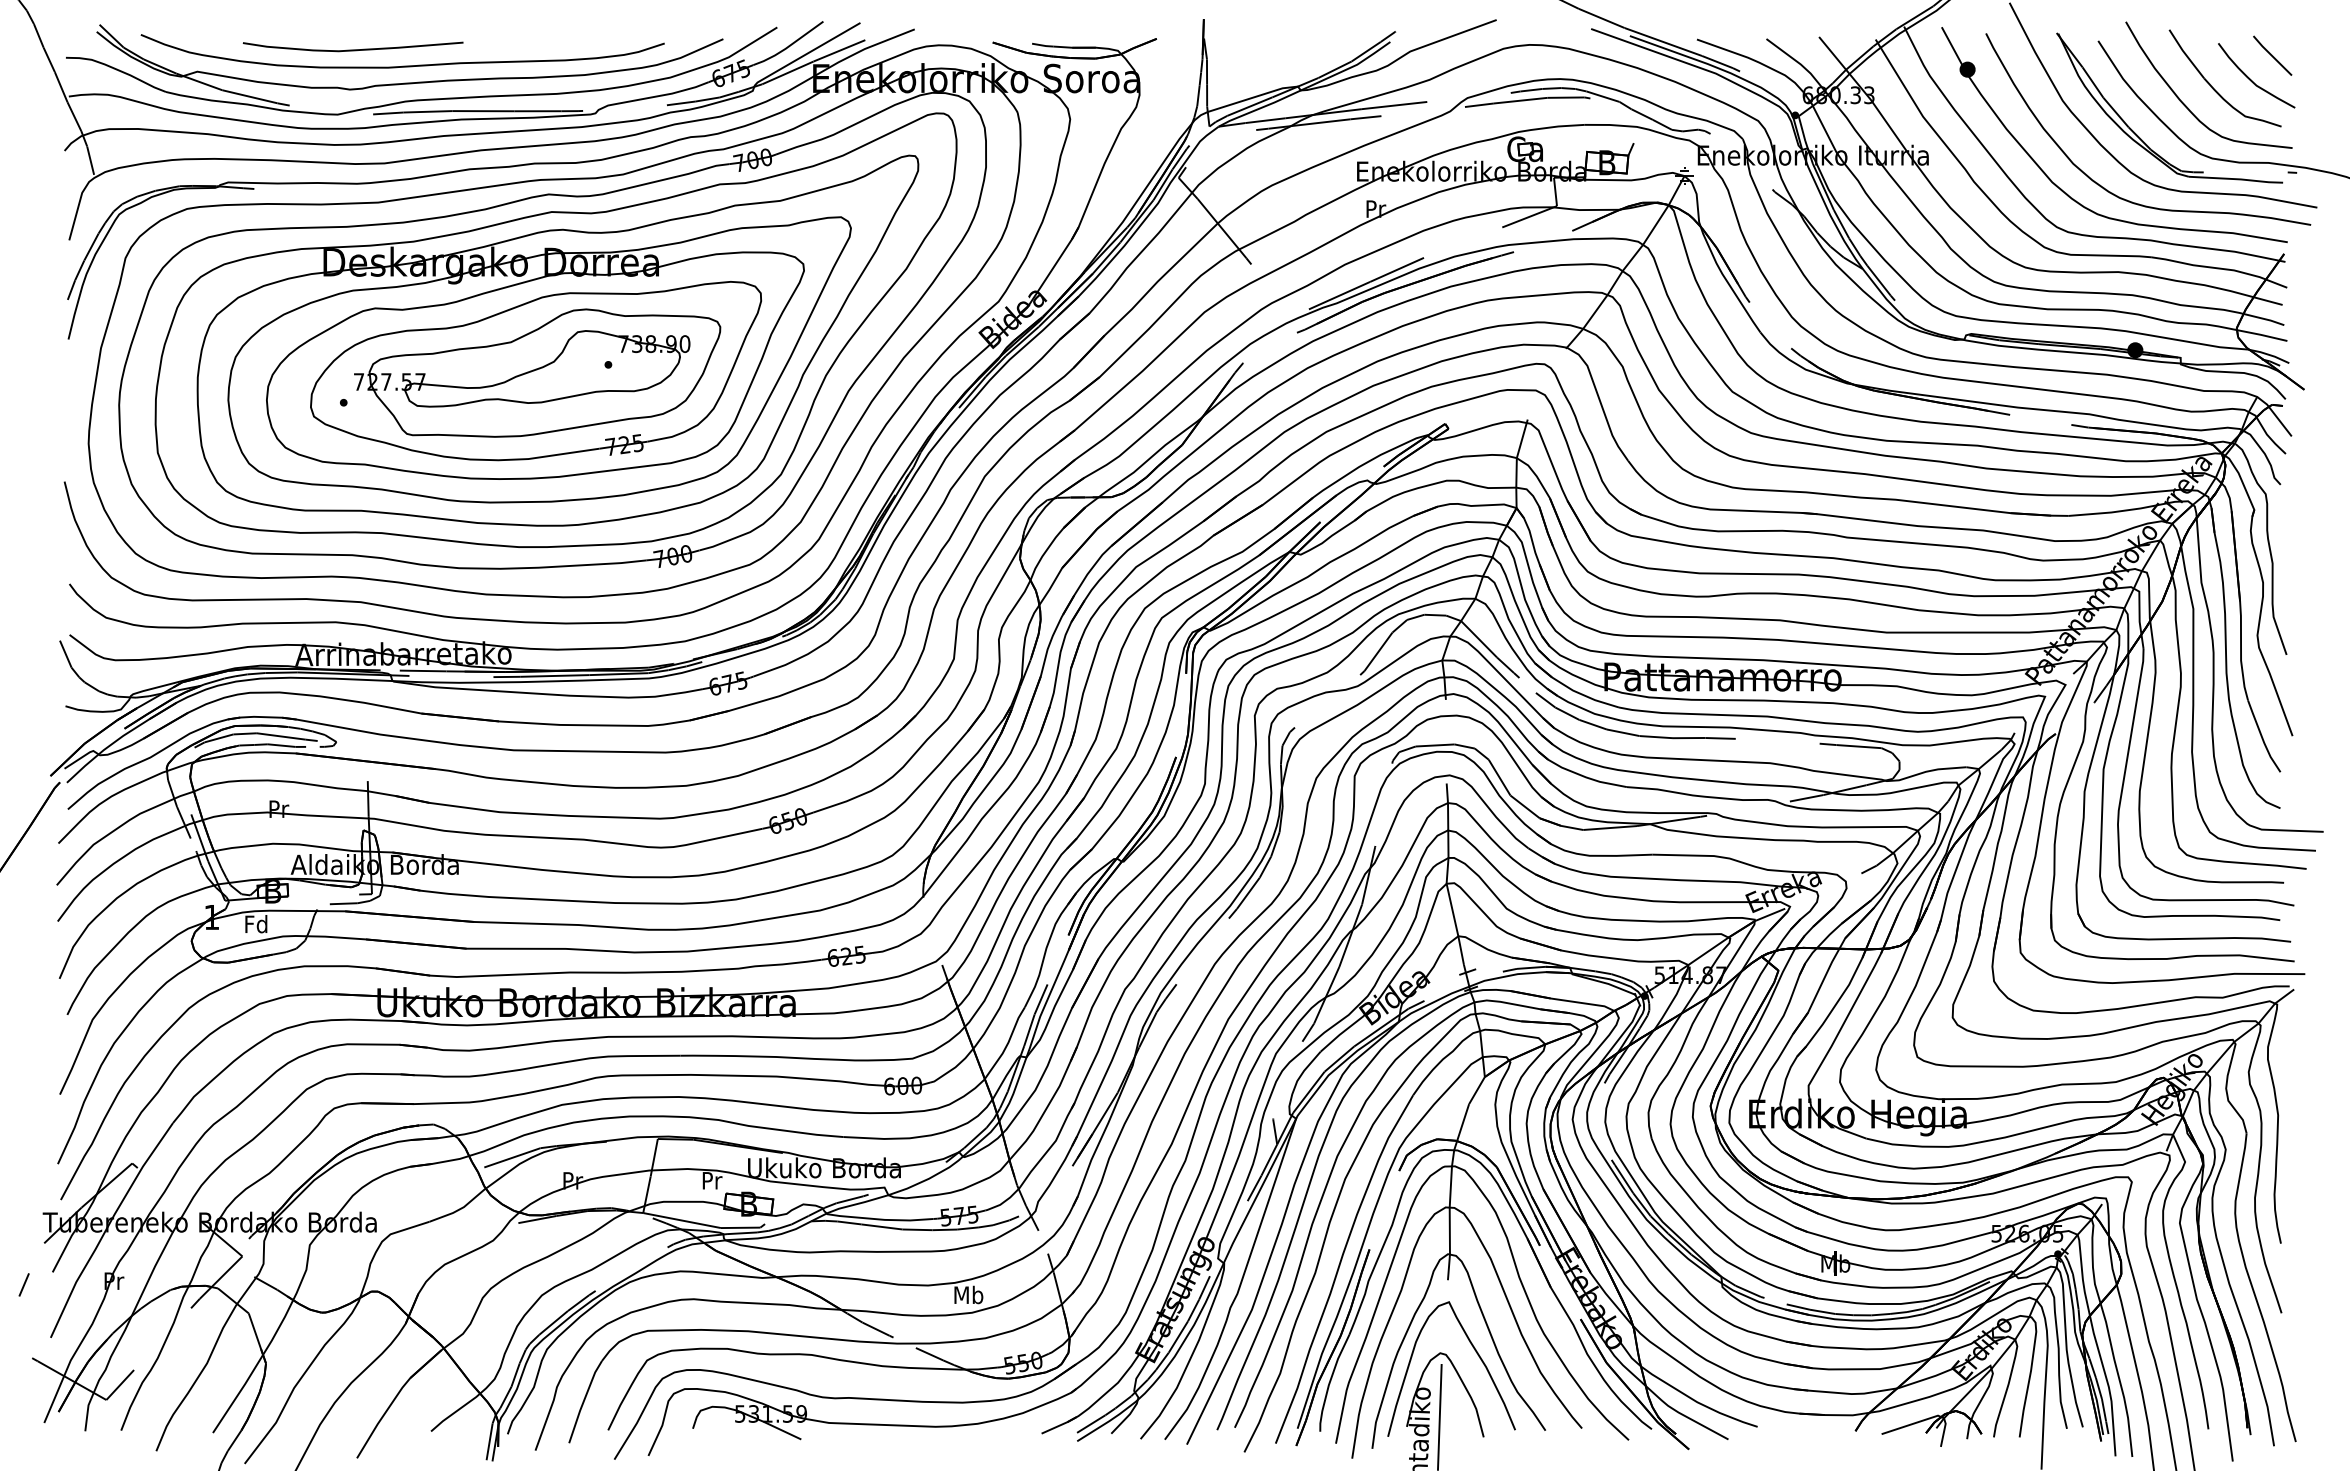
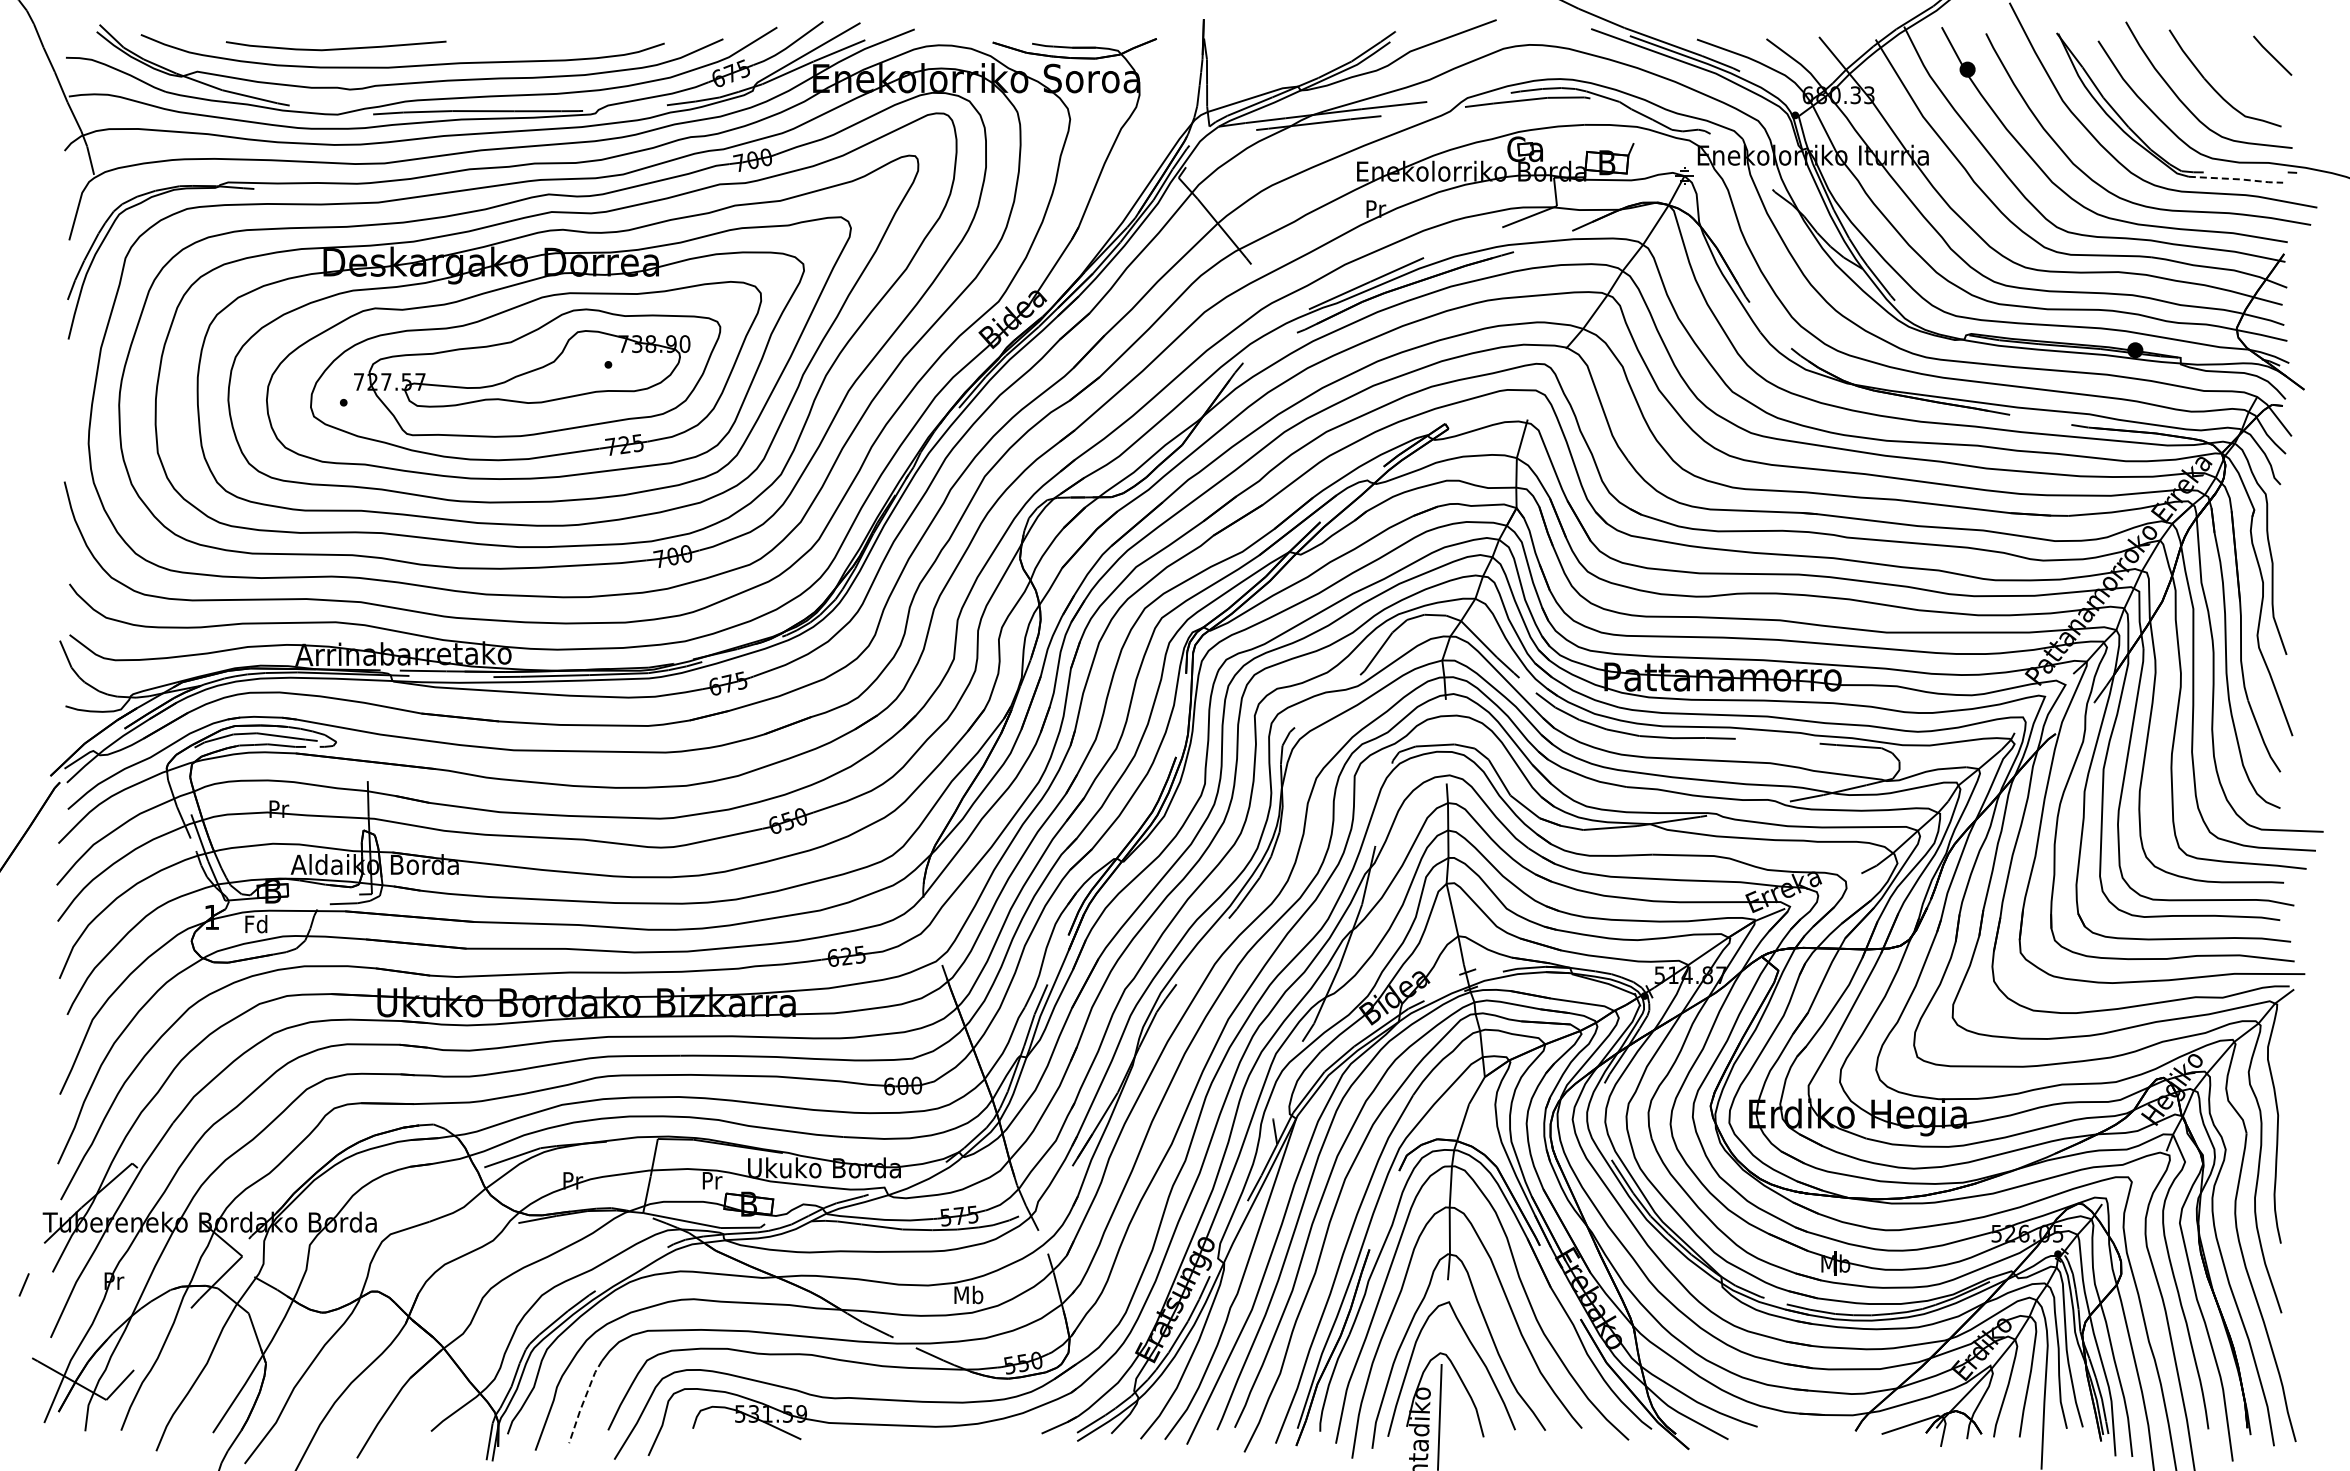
curve at (352, 49) position: (352, 49) -> (335, 48)
curve at (2251, 79): present -> none
line at (2237, 179): solid -> dashed
line at (583, 1401): solid -> dashed
